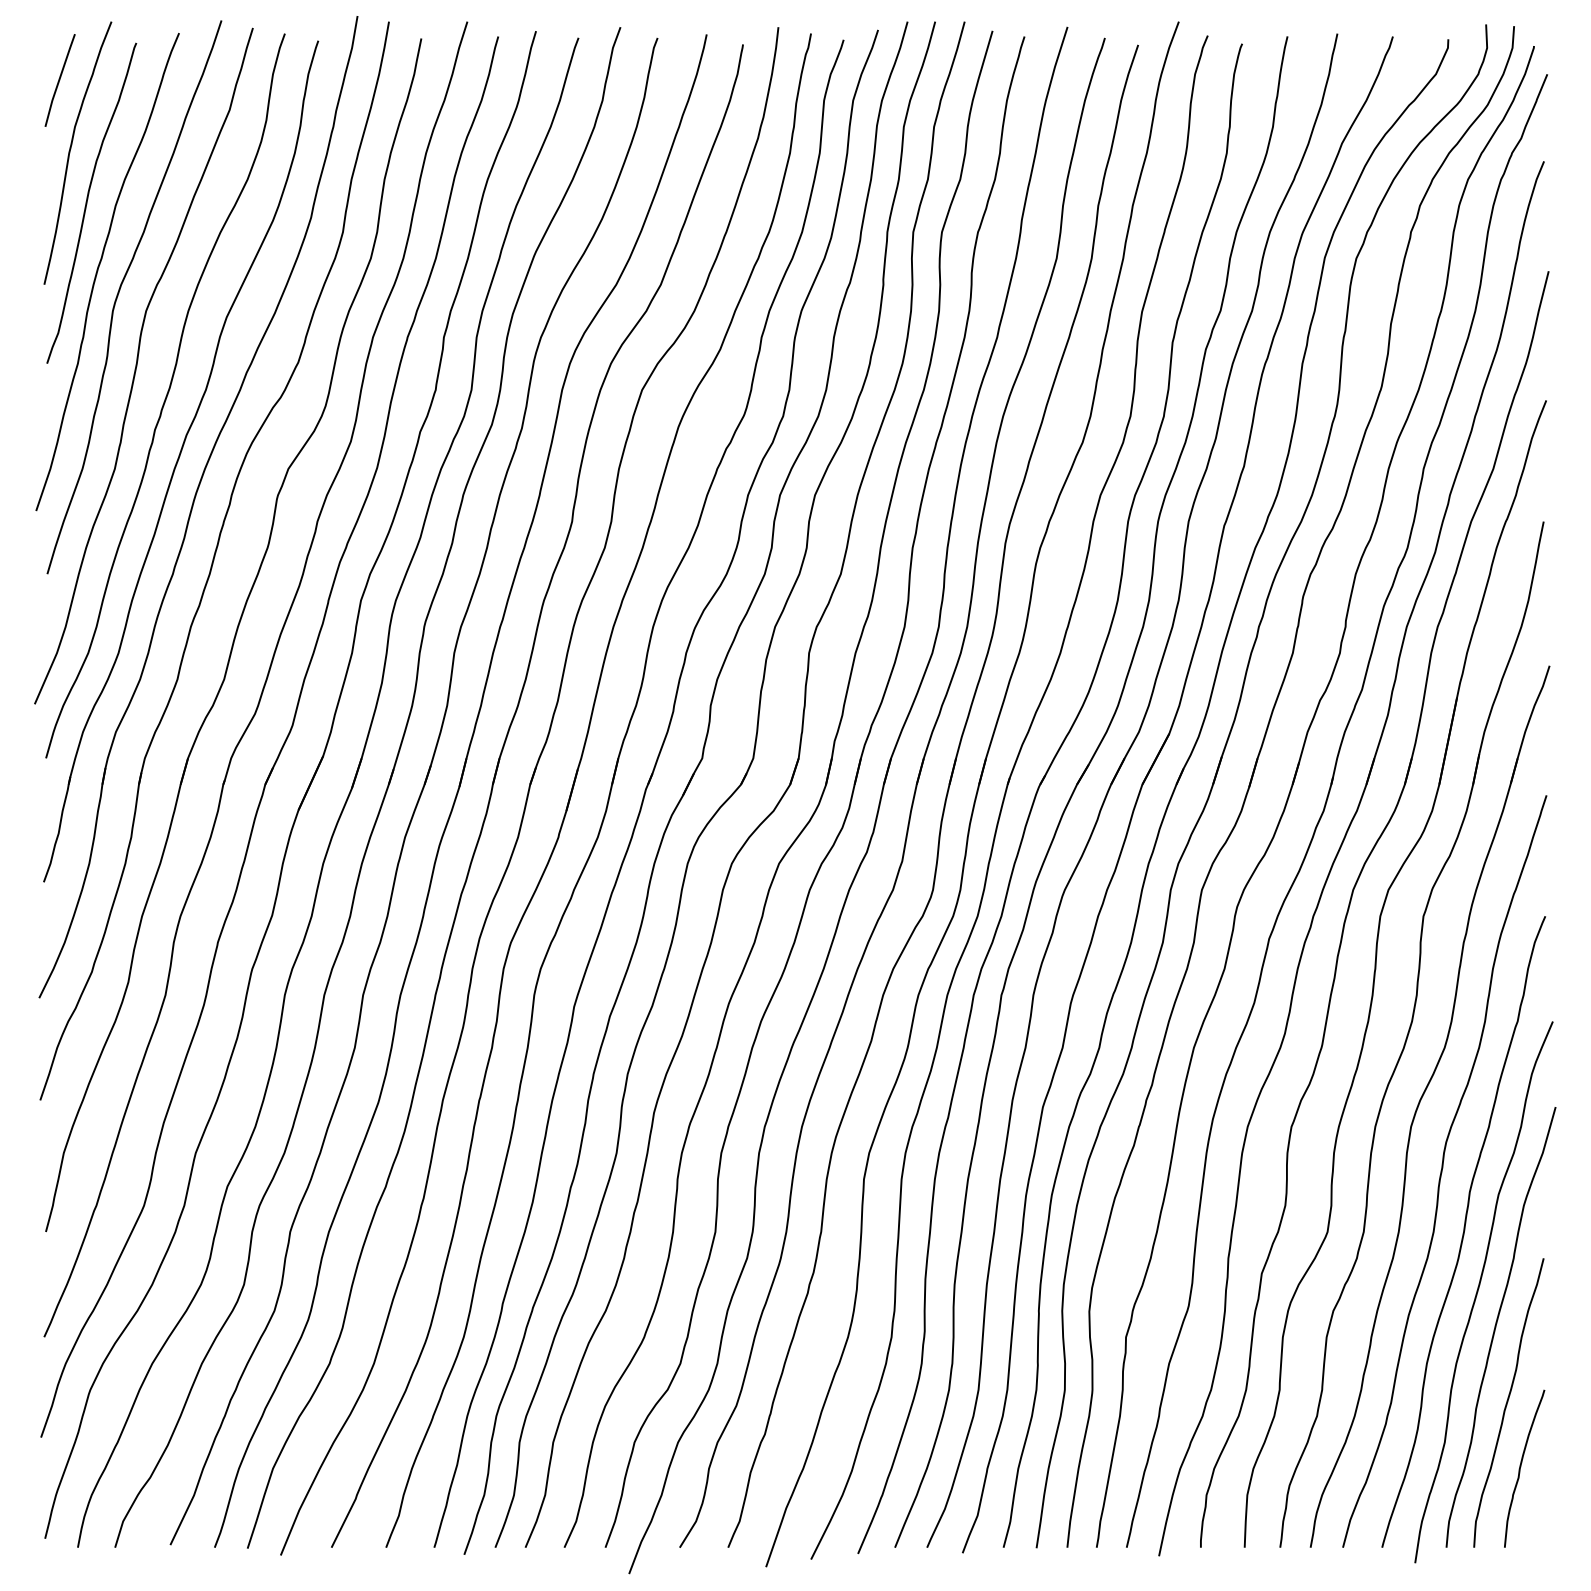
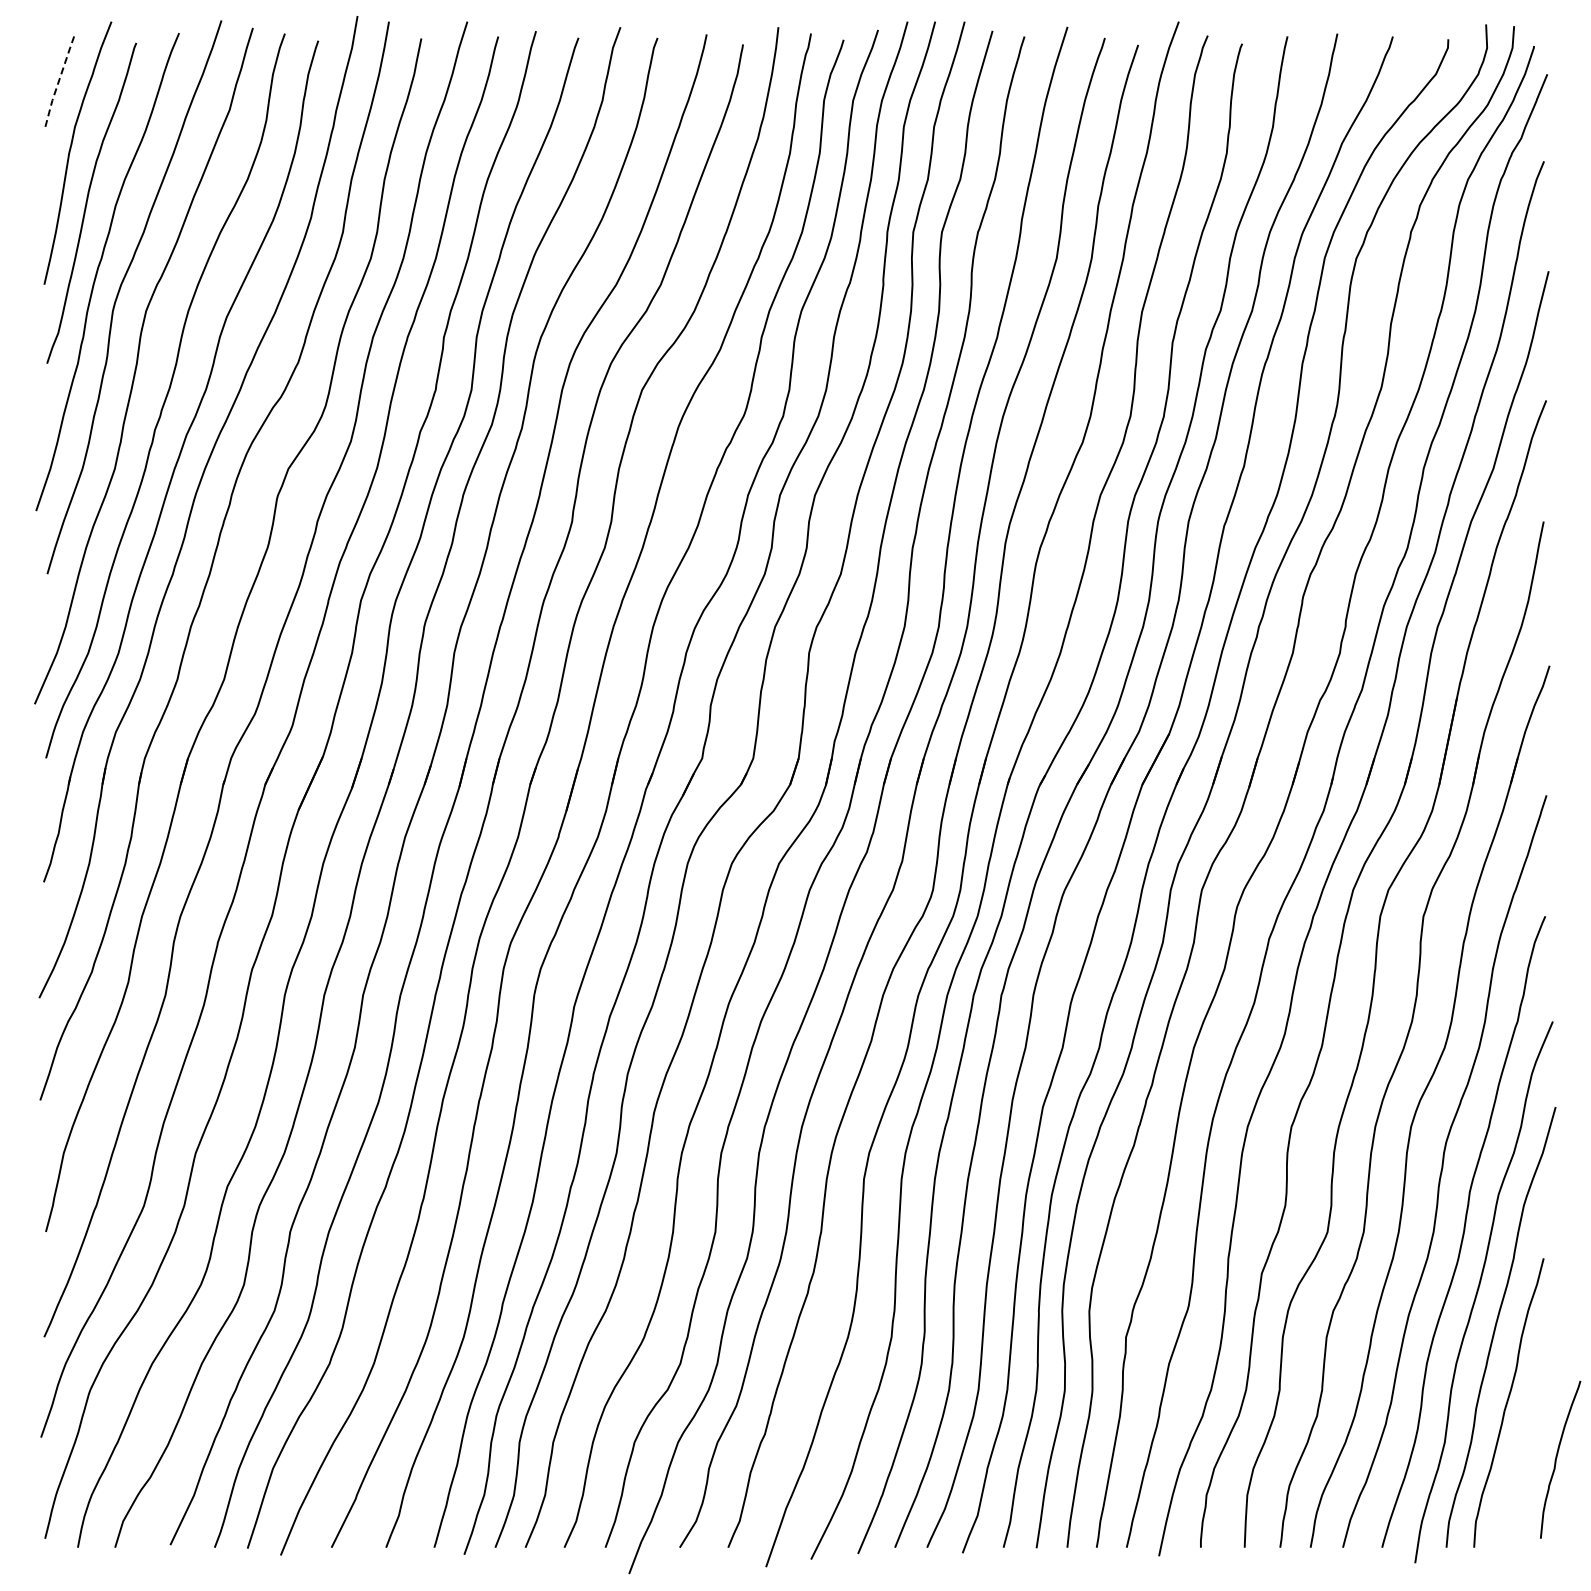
line at (59, 79): solid -> dashed
curve at (1521, 1467) position: (1521, 1467) -> (1557, 1458)
